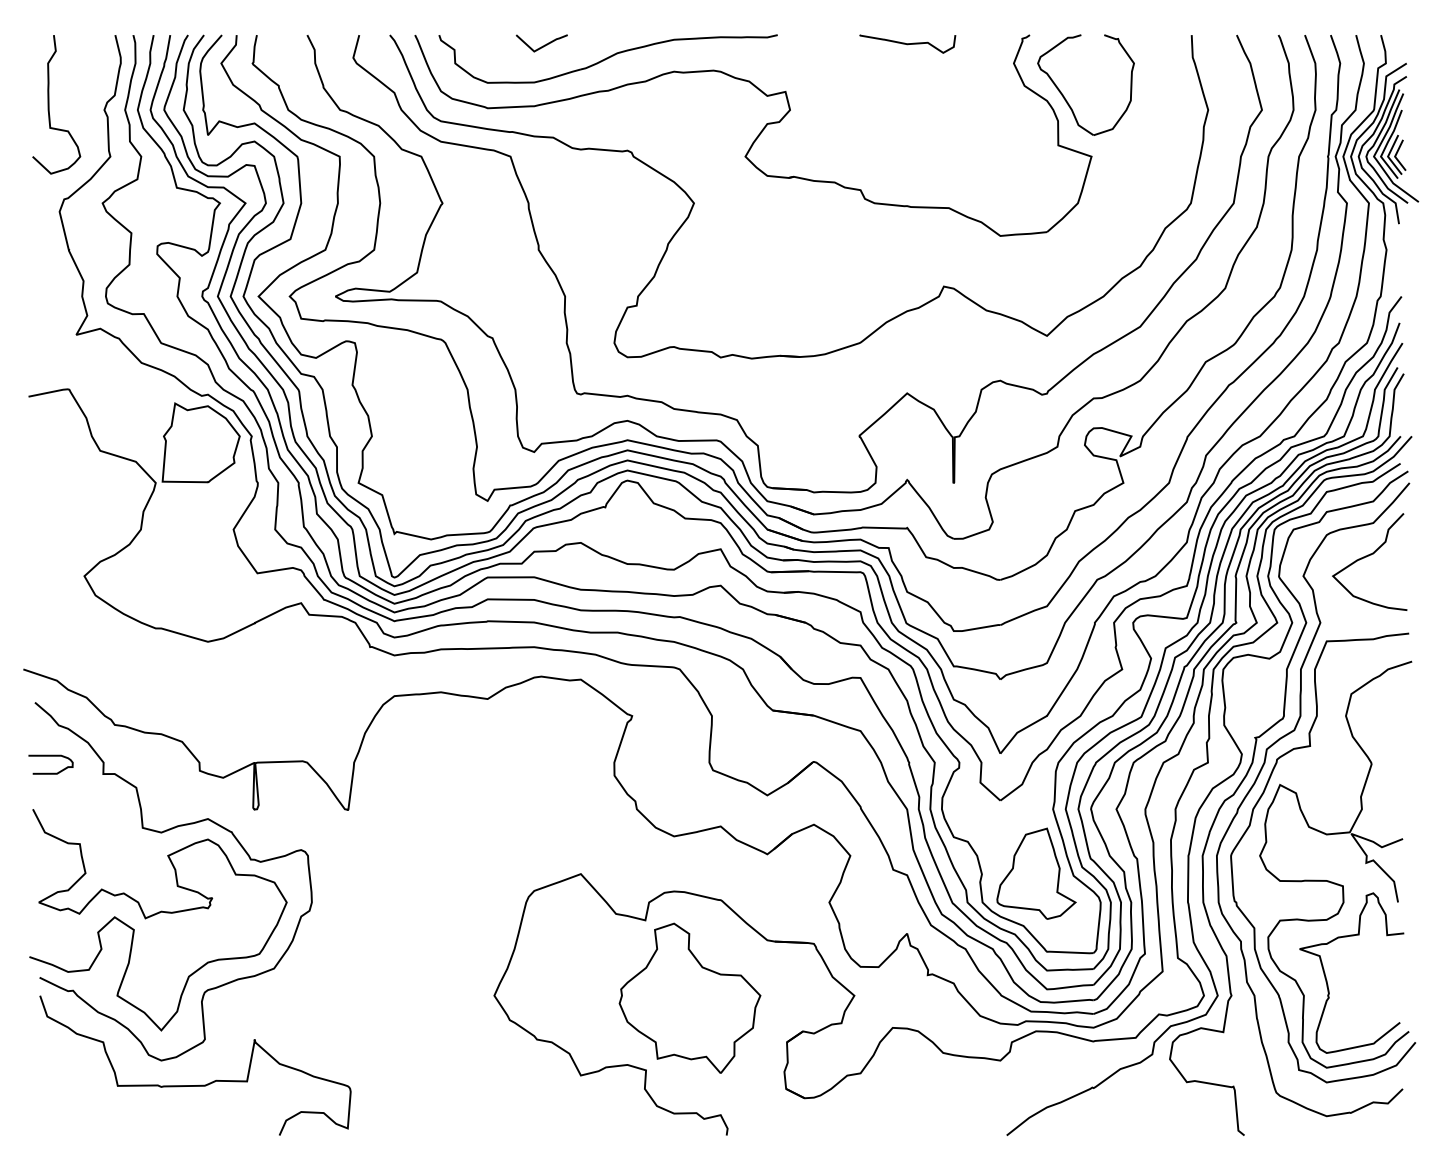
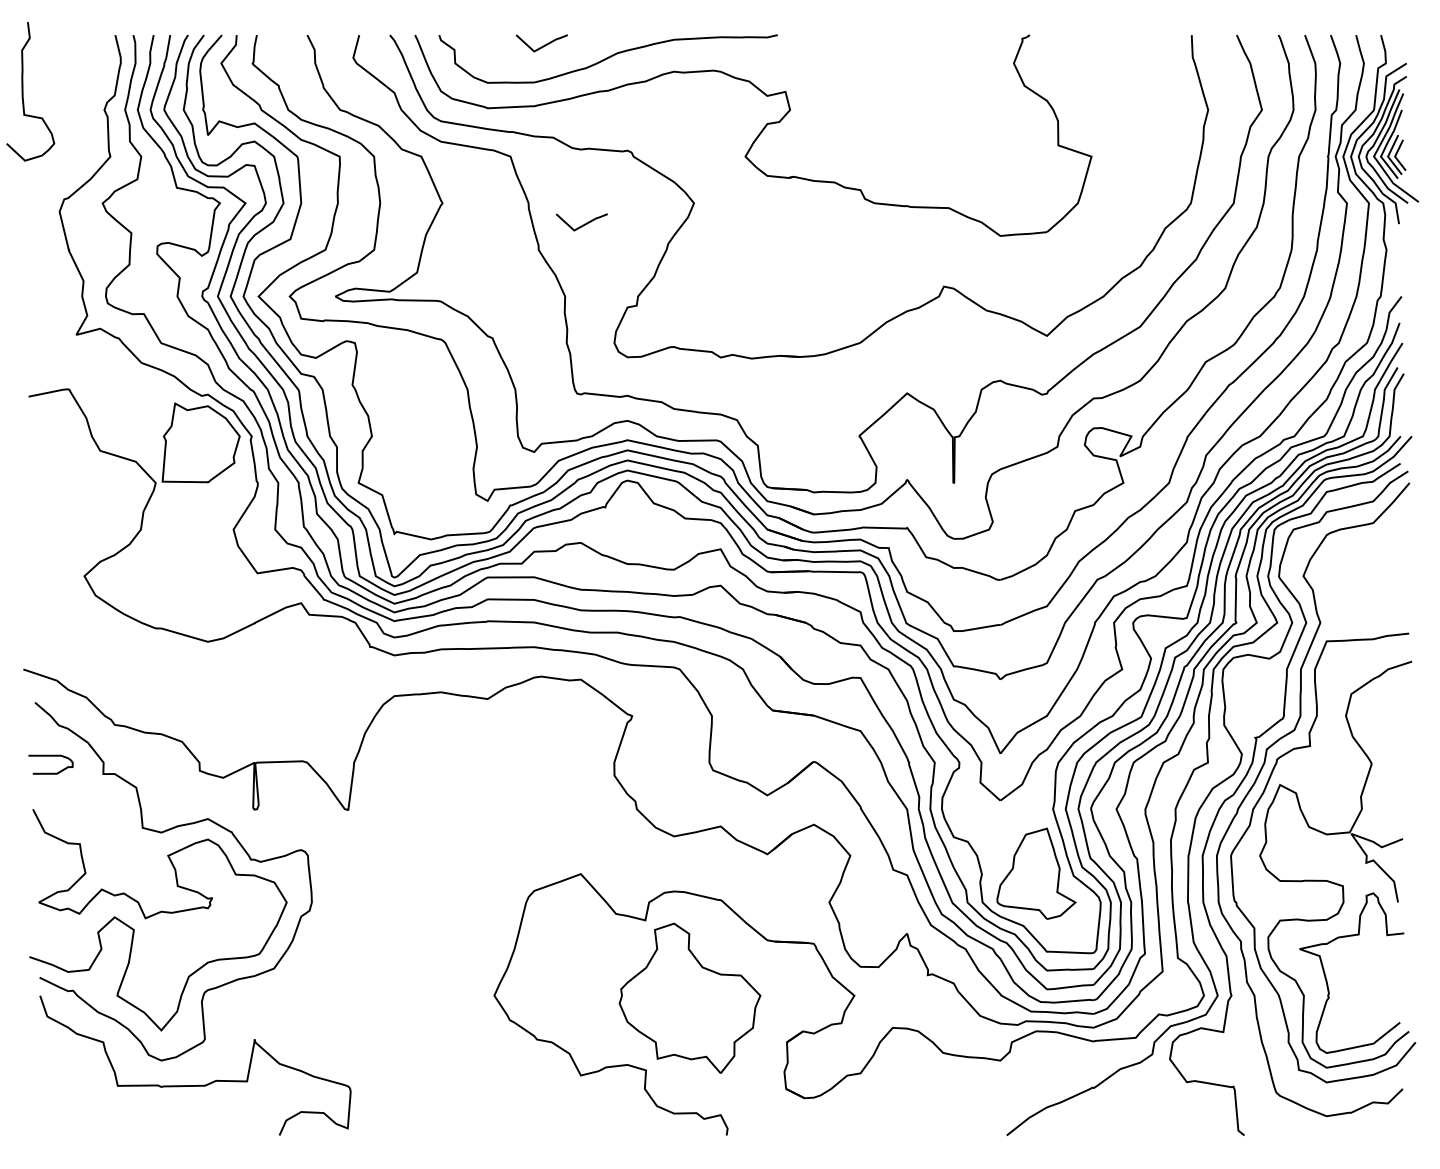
curve at (907, 43): present -> none
part at (1065, 97): present -> none
curve at (49, 104) position: (49, 104) -> (23, 91)
line at (583, 224): none -> present
curve at (1369, 556): present -> none
